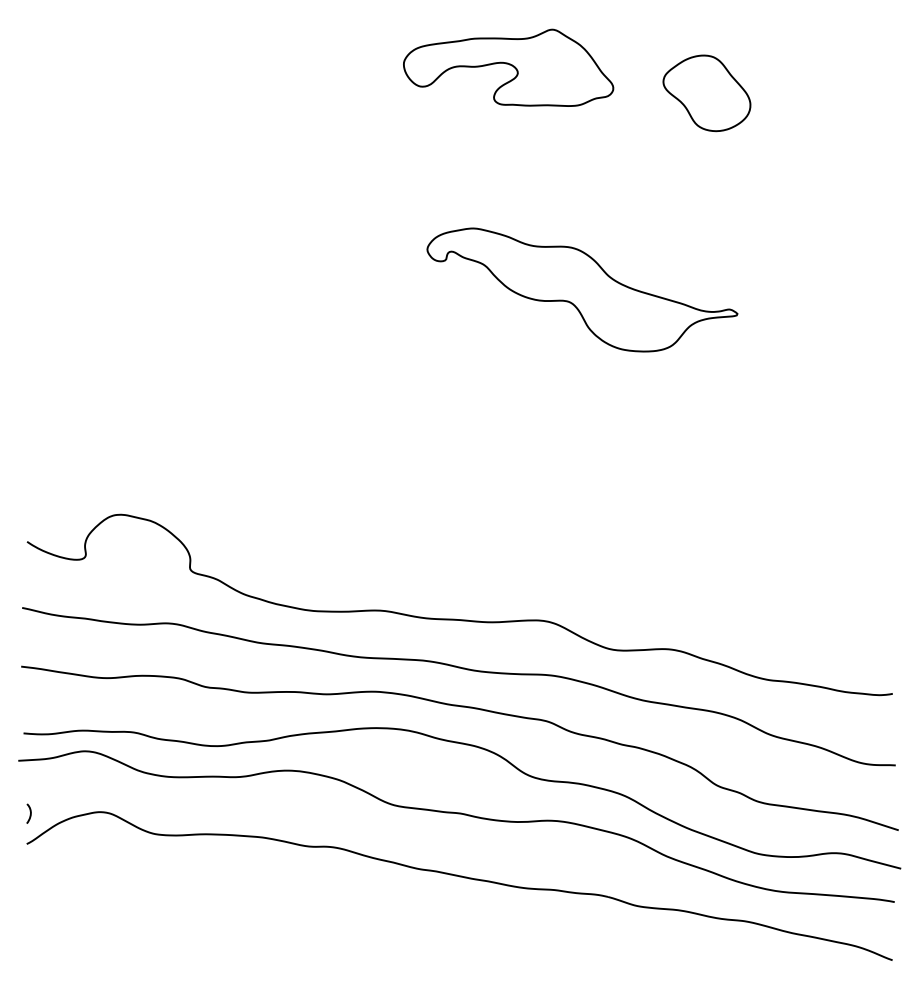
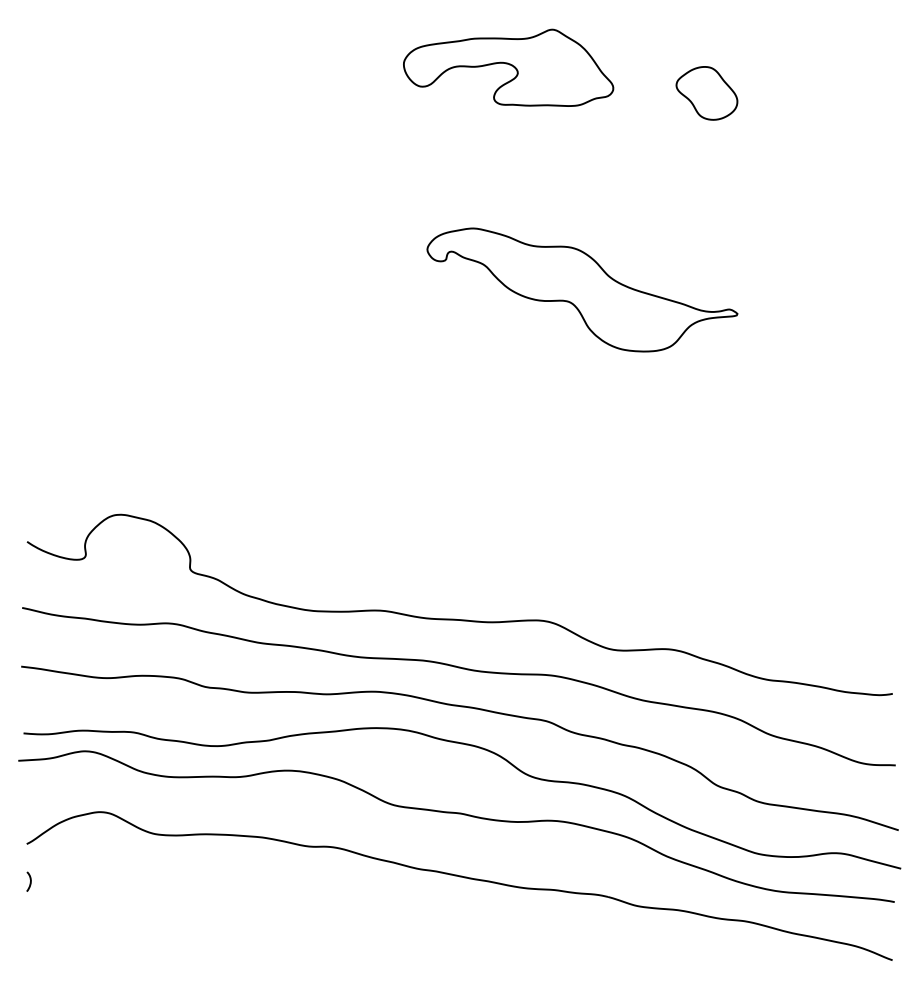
part at (706, 93) size: 90x79 px -> 64x55 px
curve at (29, 814) position: (29, 814) -> (29, 882)
